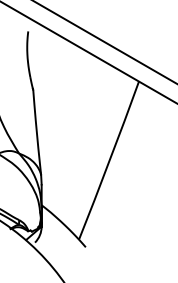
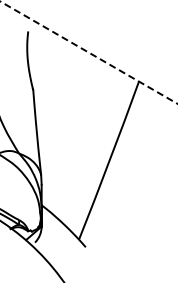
line at (104, 42): present -> none
line at (88, 52): solid -> dashed
